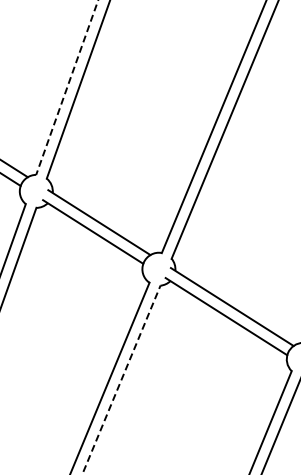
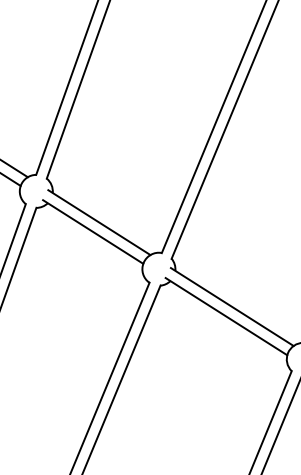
line at (67, 88): dashed -> solid
line at (121, 379): dashed -> solid
